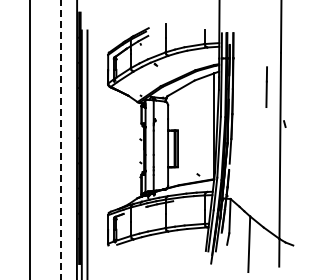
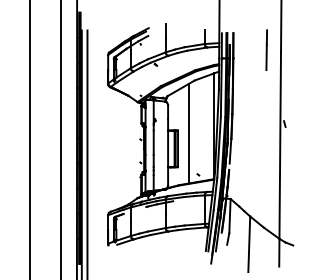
line at (266, 86) position: (266, 86) -> (266, 49)
line at (189, 133): none -> present
line at (61, 139): dashed -> solid
